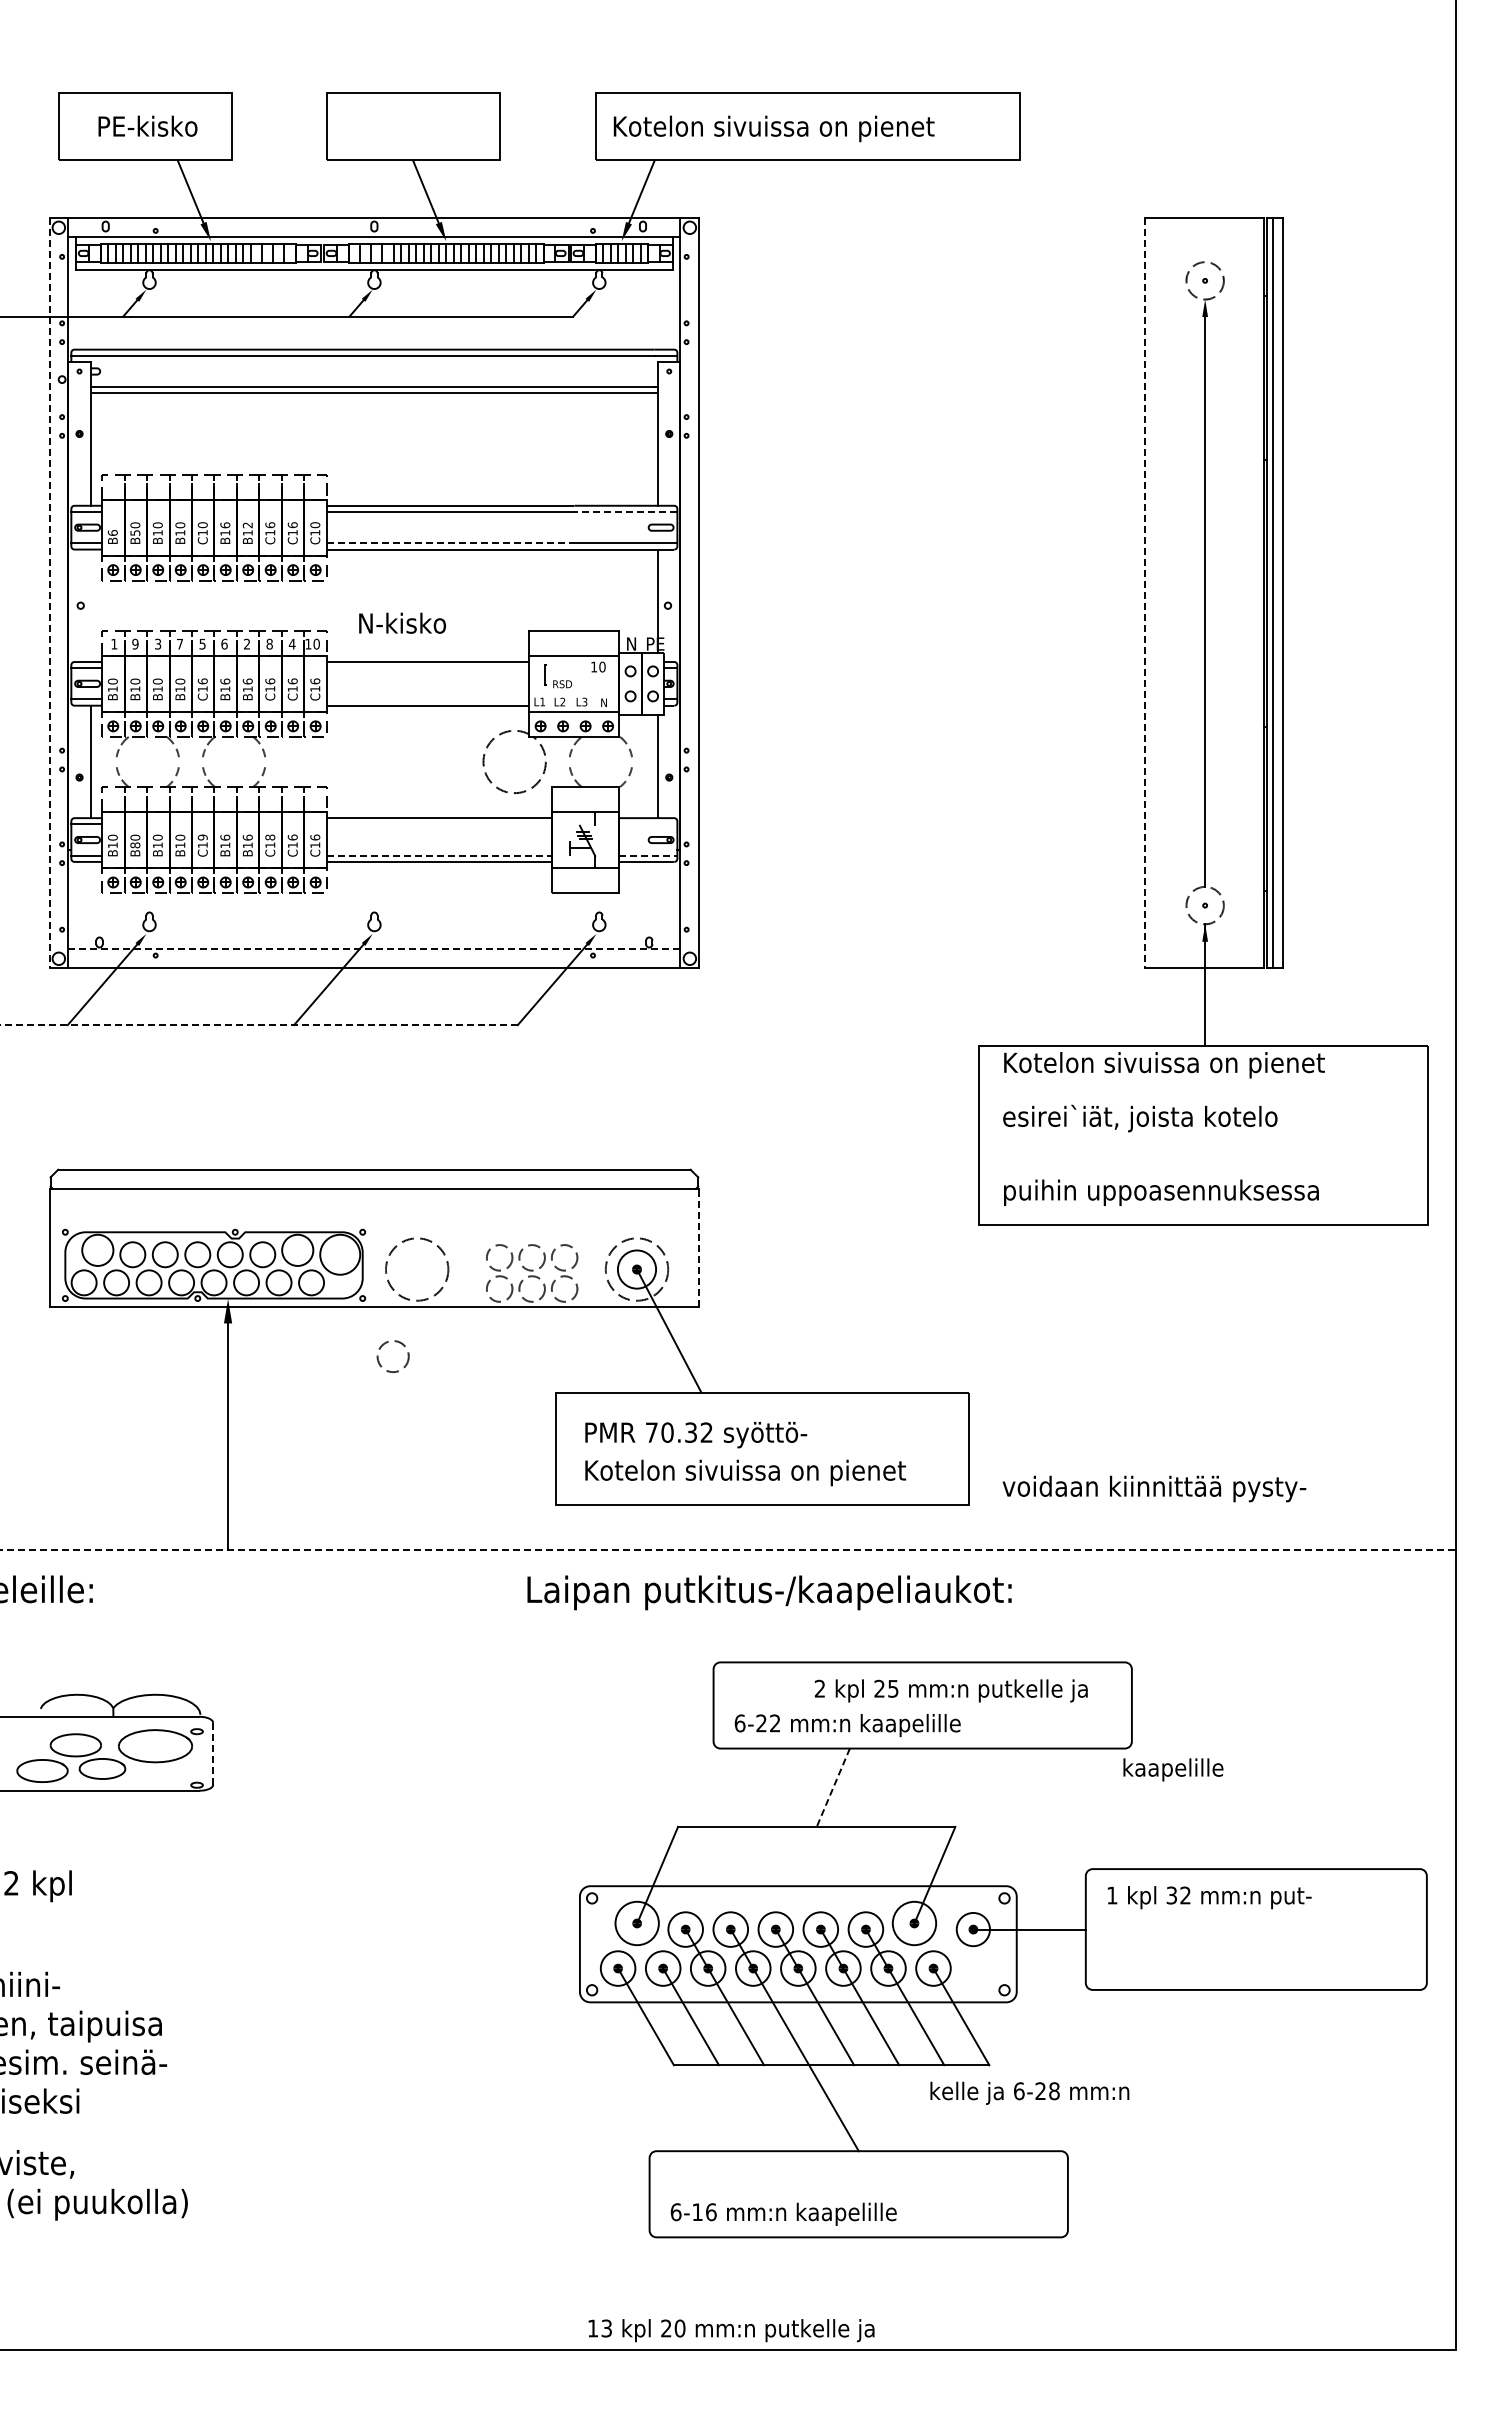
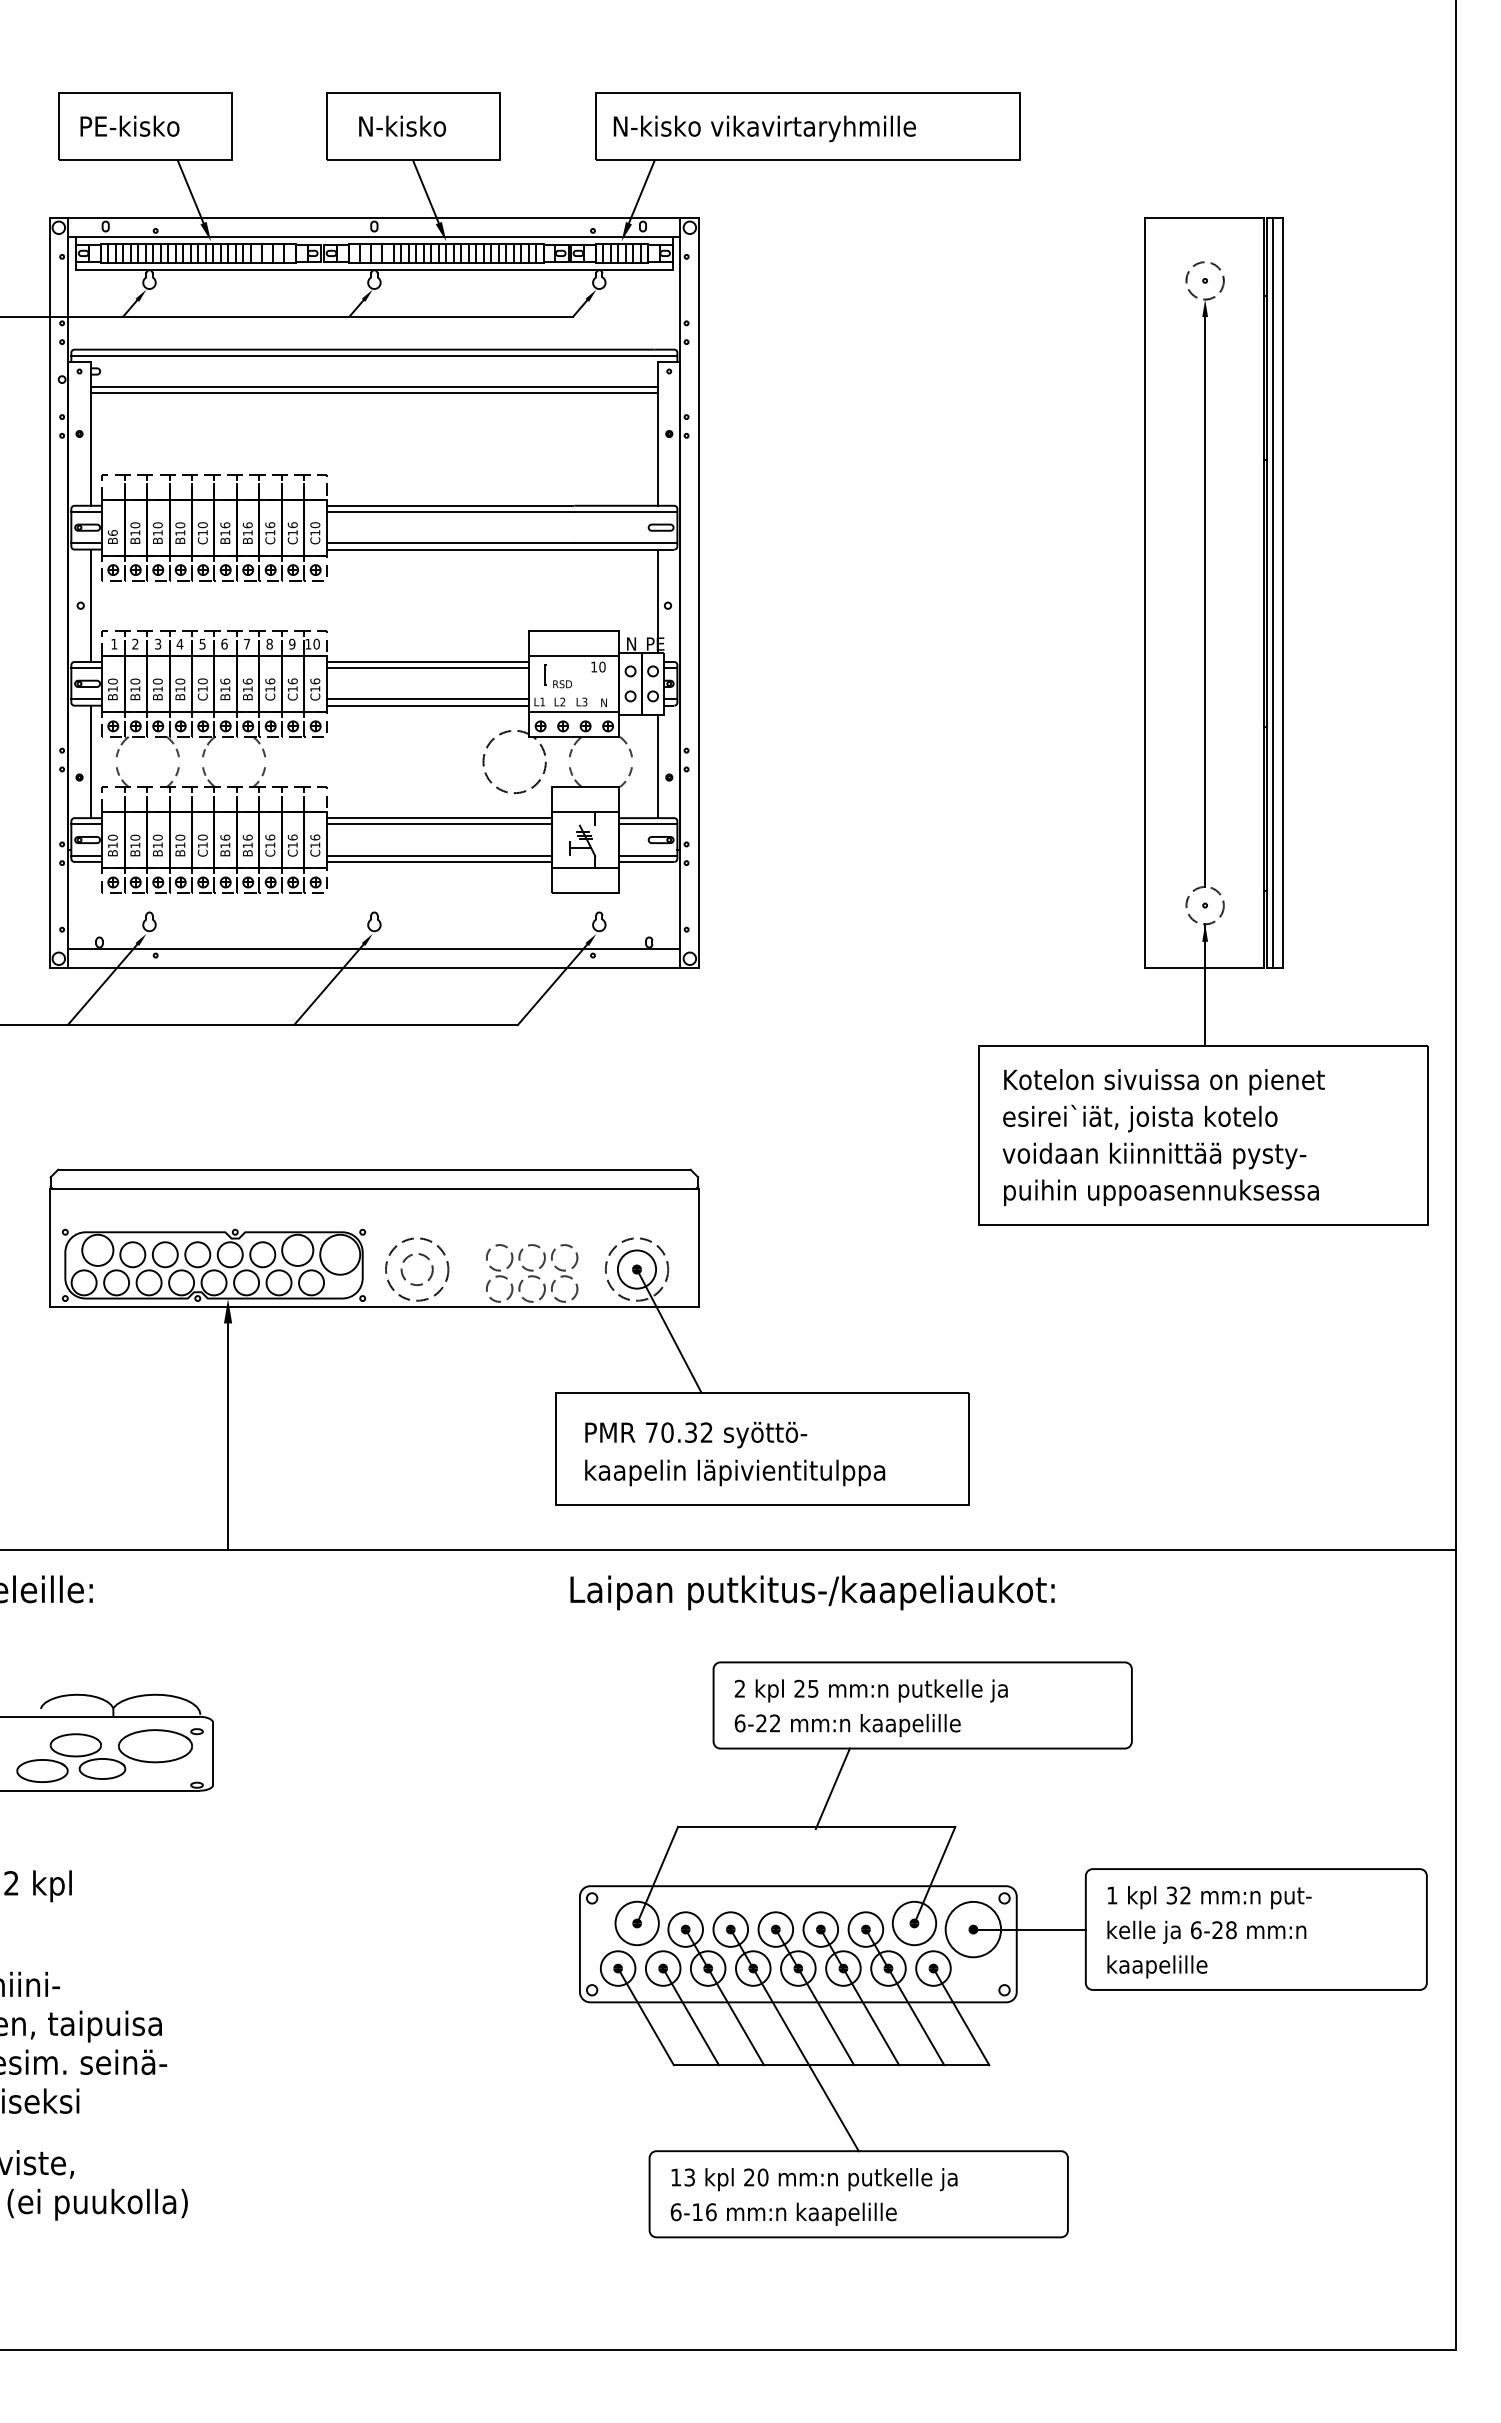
text at (147, 125) position: (147, 125) -> (129, 125)
text at (775, 128): Kotelon sivuissa on pienet -> N-kisko vikavirtaryhmille
line at (625, 512): dashed -> solid
text at (247, 525): B12 -> B16
text at (135, 532): B50 -> B10
line at (450, 543): dashed -> solid
line at (49, 593): dashed -> solid
line at (1145, 593): dashed -> solid
line at (90, 605): none -> present
text at (402, 622) position: (402, 622) -> (402, 125)
text at (247, 643): 2 -> 7
text at (291, 643): 4 -> 9
text at (135, 644): 9 -> 2
text at (179, 644): 7 -> 4
line at (427, 668): none -> present
text at (202, 681): C16 -> C10
line at (427, 699): none -> present
line at (438, 824): none -> present
line at (648, 824): none -> present
text at (202, 837): C19 -> C10
text at (270, 837): C18 -> C16
text at (135, 845): B80 -> B10
line at (439, 855): dashed -> solid
line at (648, 855): dashed -> solid
line at (374, 949): dashed -> solid
line at (259, 1025): dashed -> solid
text at (1164, 1065) position: (1164, 1065) -> (1164, 1082)
line at (699, 1247): dashed -> solid
circle at (392, 1356) position: (392, 1356) -> (416, 1269)
text at (745, 1472): Kotelon sivuissa on pienet -> kaapelin läpivientitulppa
text at (1154, 1488) position: (1154, 1488) -> (1154, 1155)
line at (728, 1549): dashed -> solid
text at (769, 1592) position: (769, 1592) -> (812, 1592)
text at (950, 1690) position: (950, 1690) -> (870, 1690)
line at (213, 1753): dashed -> solid
text at (1173, 1769) position: (1173, 1769) -> (1157, 1966)
line at (832, 1788): dashed -> solid
circle at (972, 1929) diameter: 33 px -> 55 px
text at (1029, 2092) position: (1029, 2092) -> (1206, 1931)
text at (731, 2330) position: (731, 2330) -> (814, 2179)
